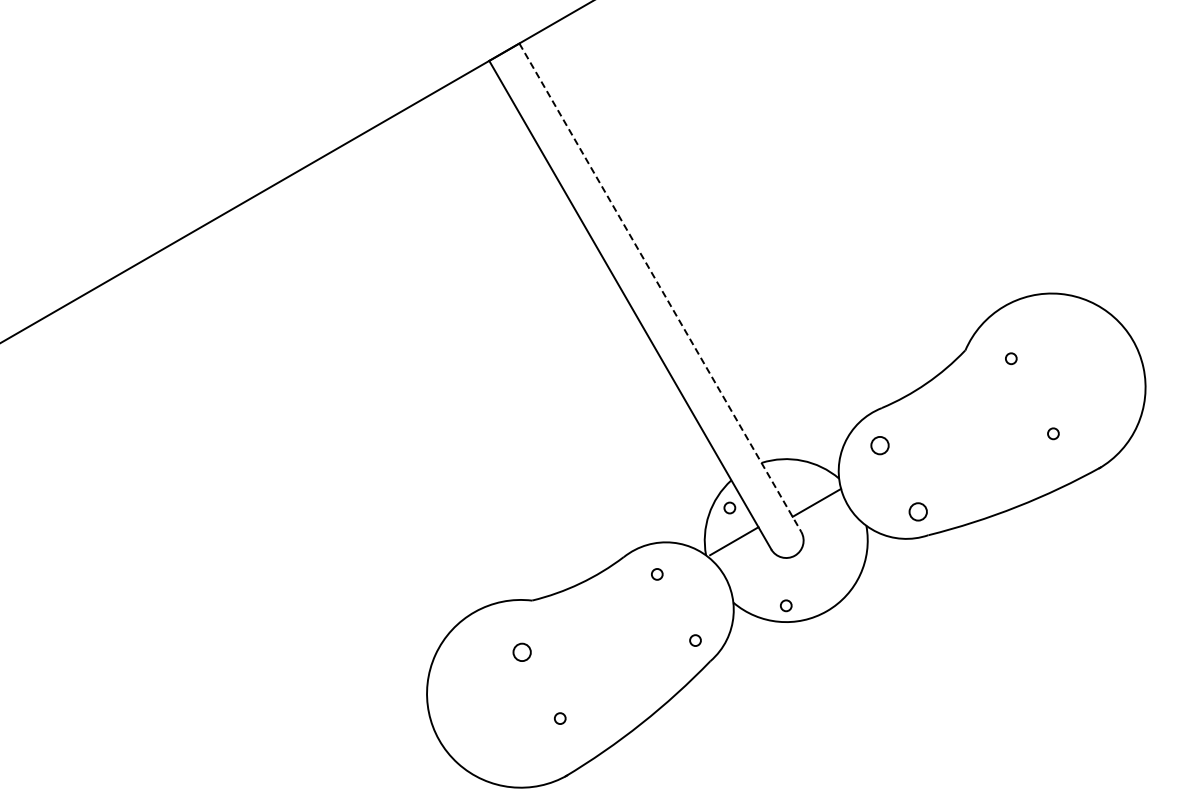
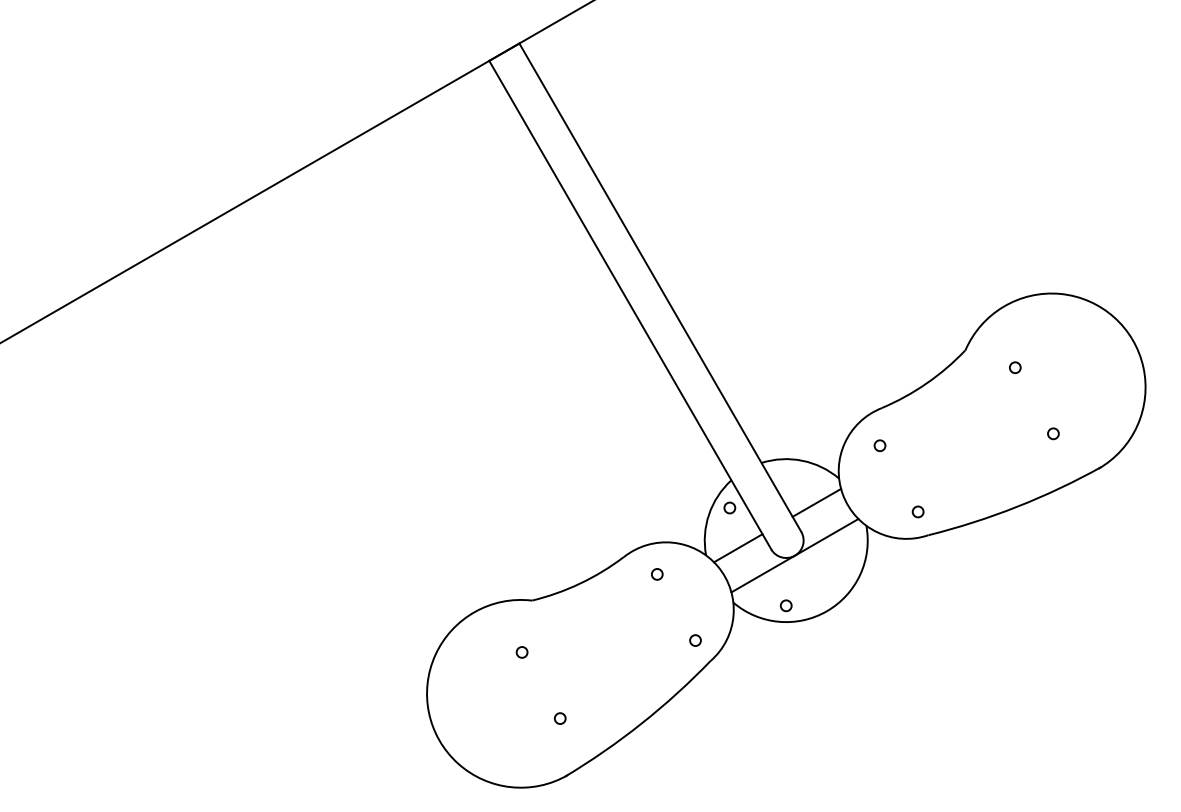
line at (660, 287): dashed -> solid
circle at (1011, 358) position: (1011, 358) -> (1015, 367)
circle at (879, 445) size: 20x20 px -> 14x14 px
circle at (917, 511) size: 20x20 px -> 14x14 px
line at (734, 541) position: (734, 541) -> (738, 548)
line at (794, 555): none -> present
circle at (521, 651) size: 20x20 px -> 14x13 px
